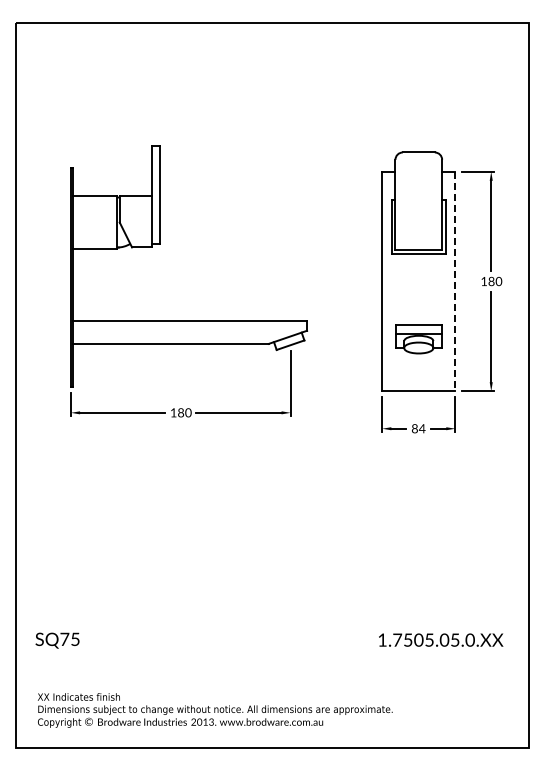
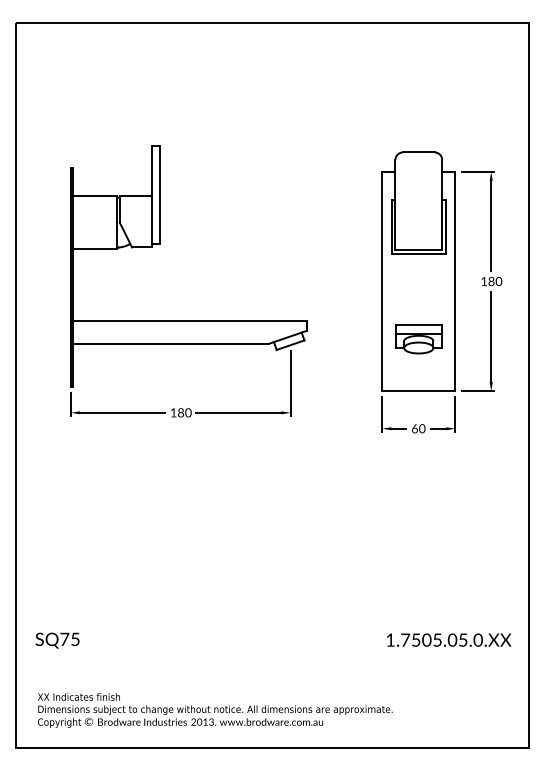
line at (455, 281): dashed -> solid
text at (418, 428): 84 -> 60
text at (441, 639) position: (441, 639) -> (449, 639)
